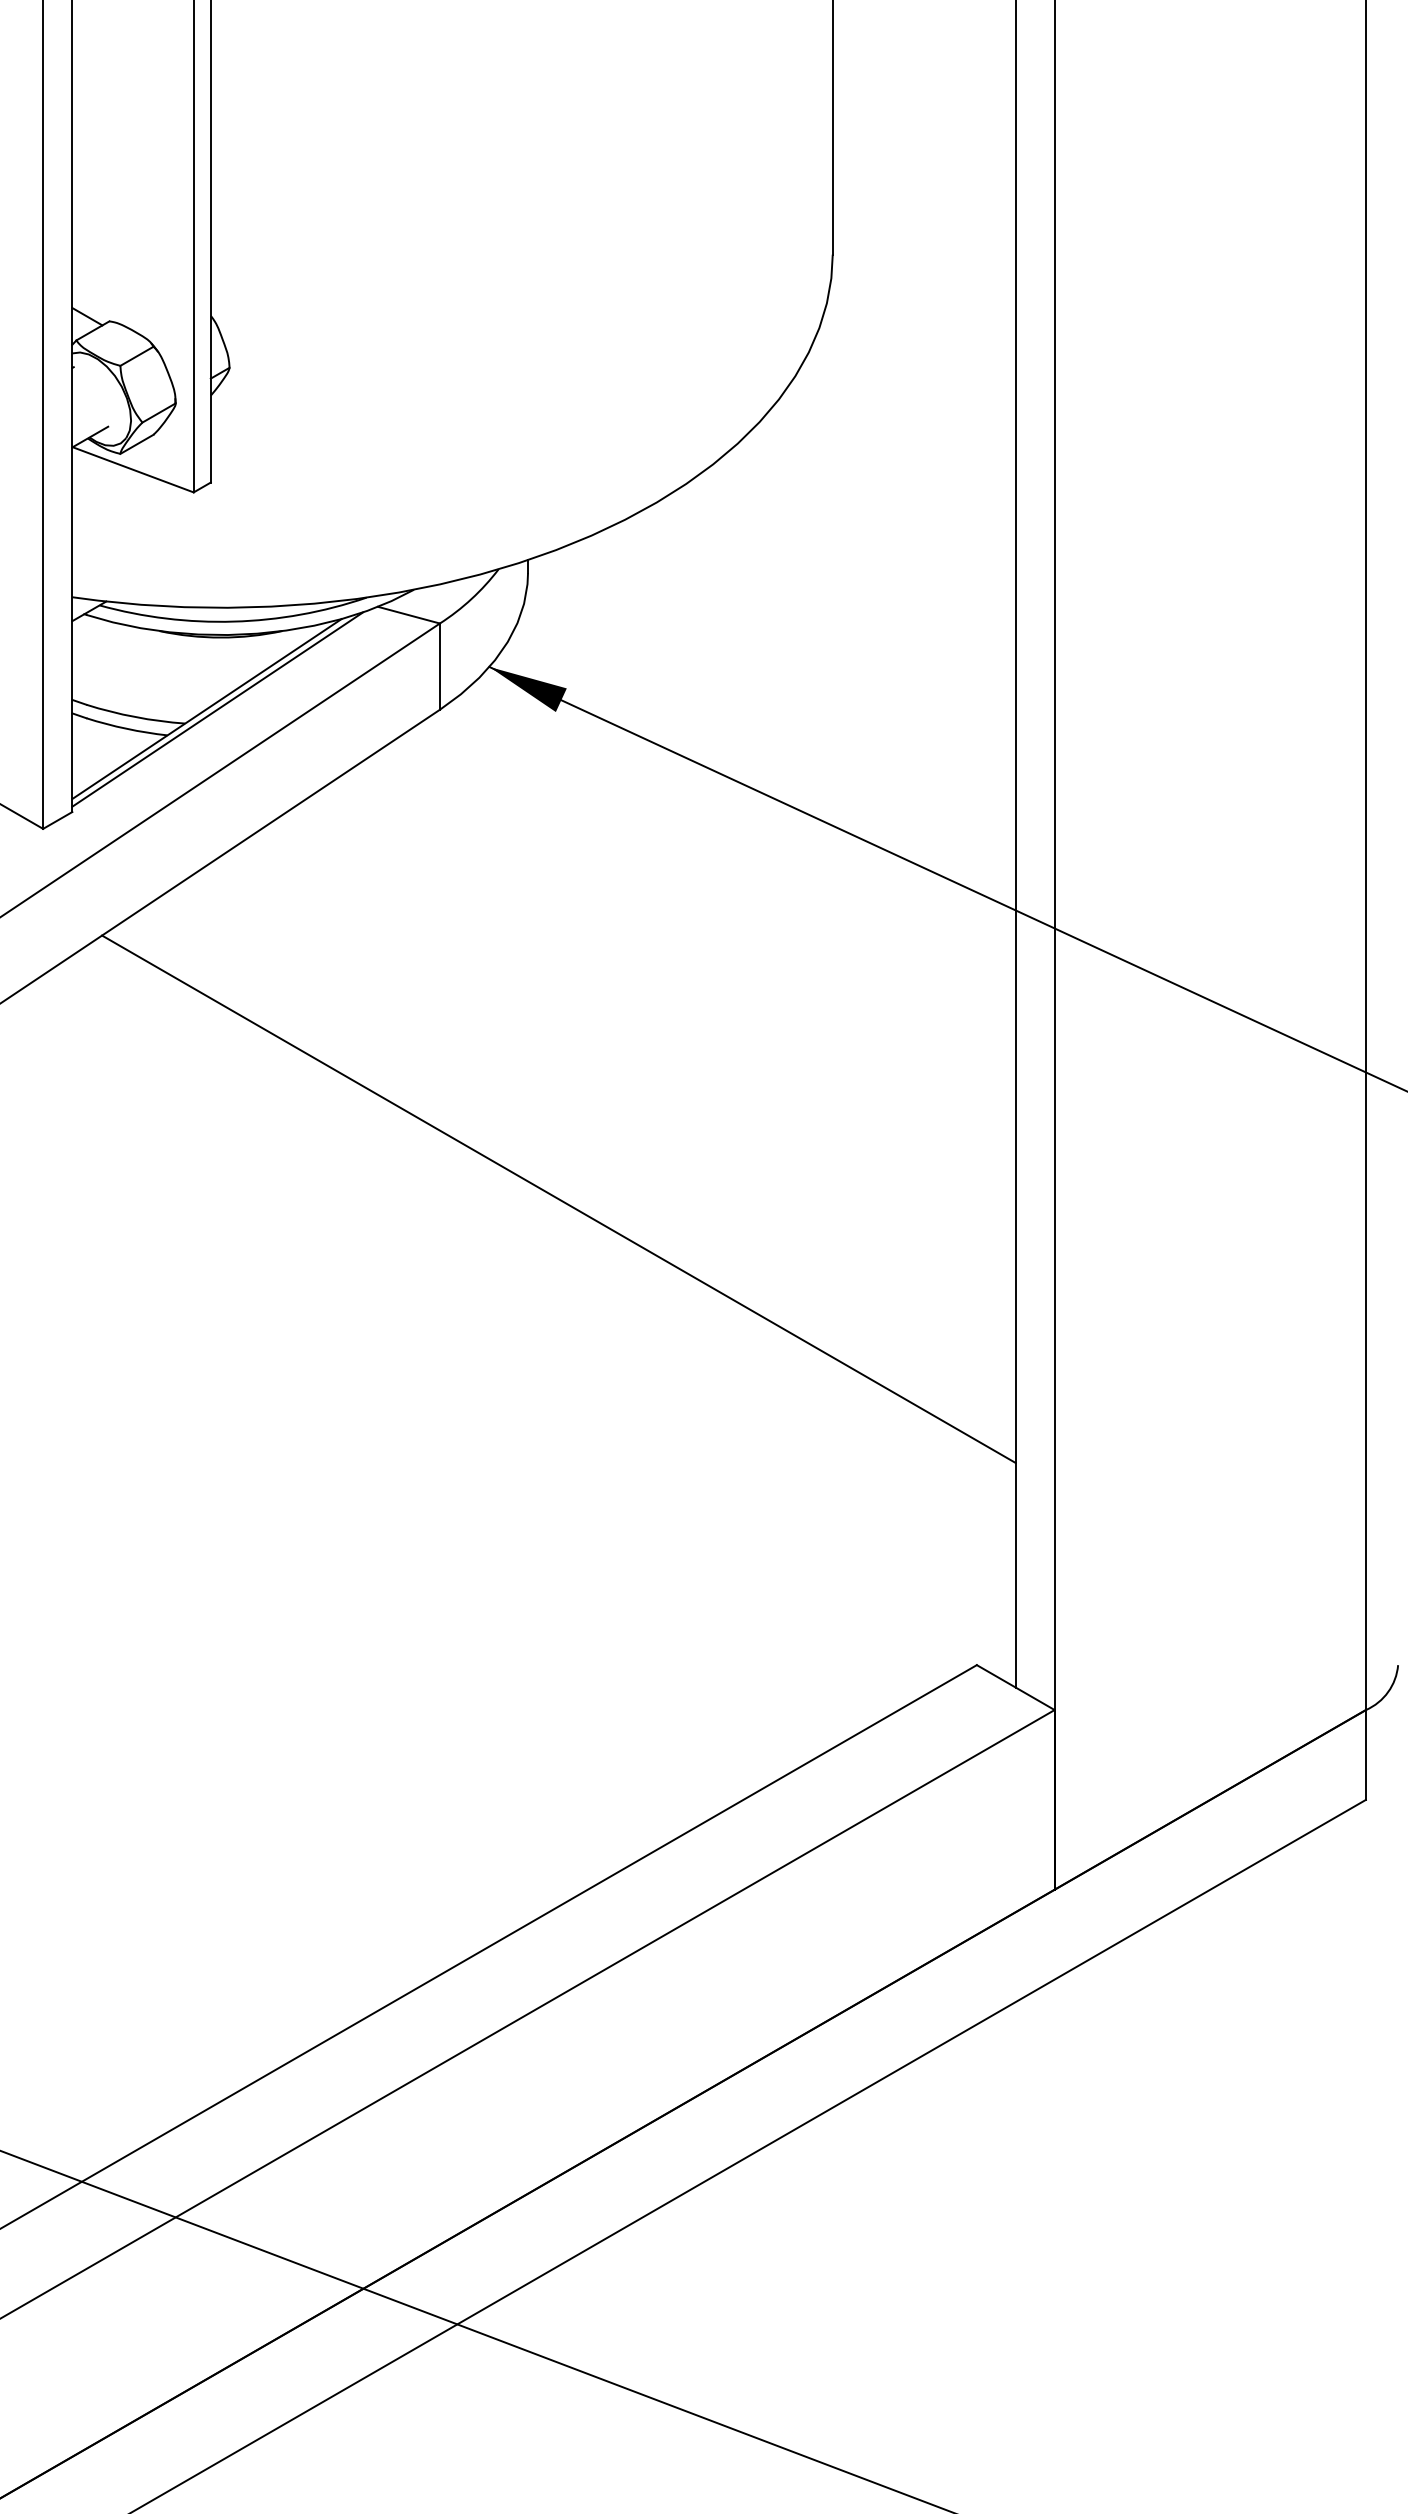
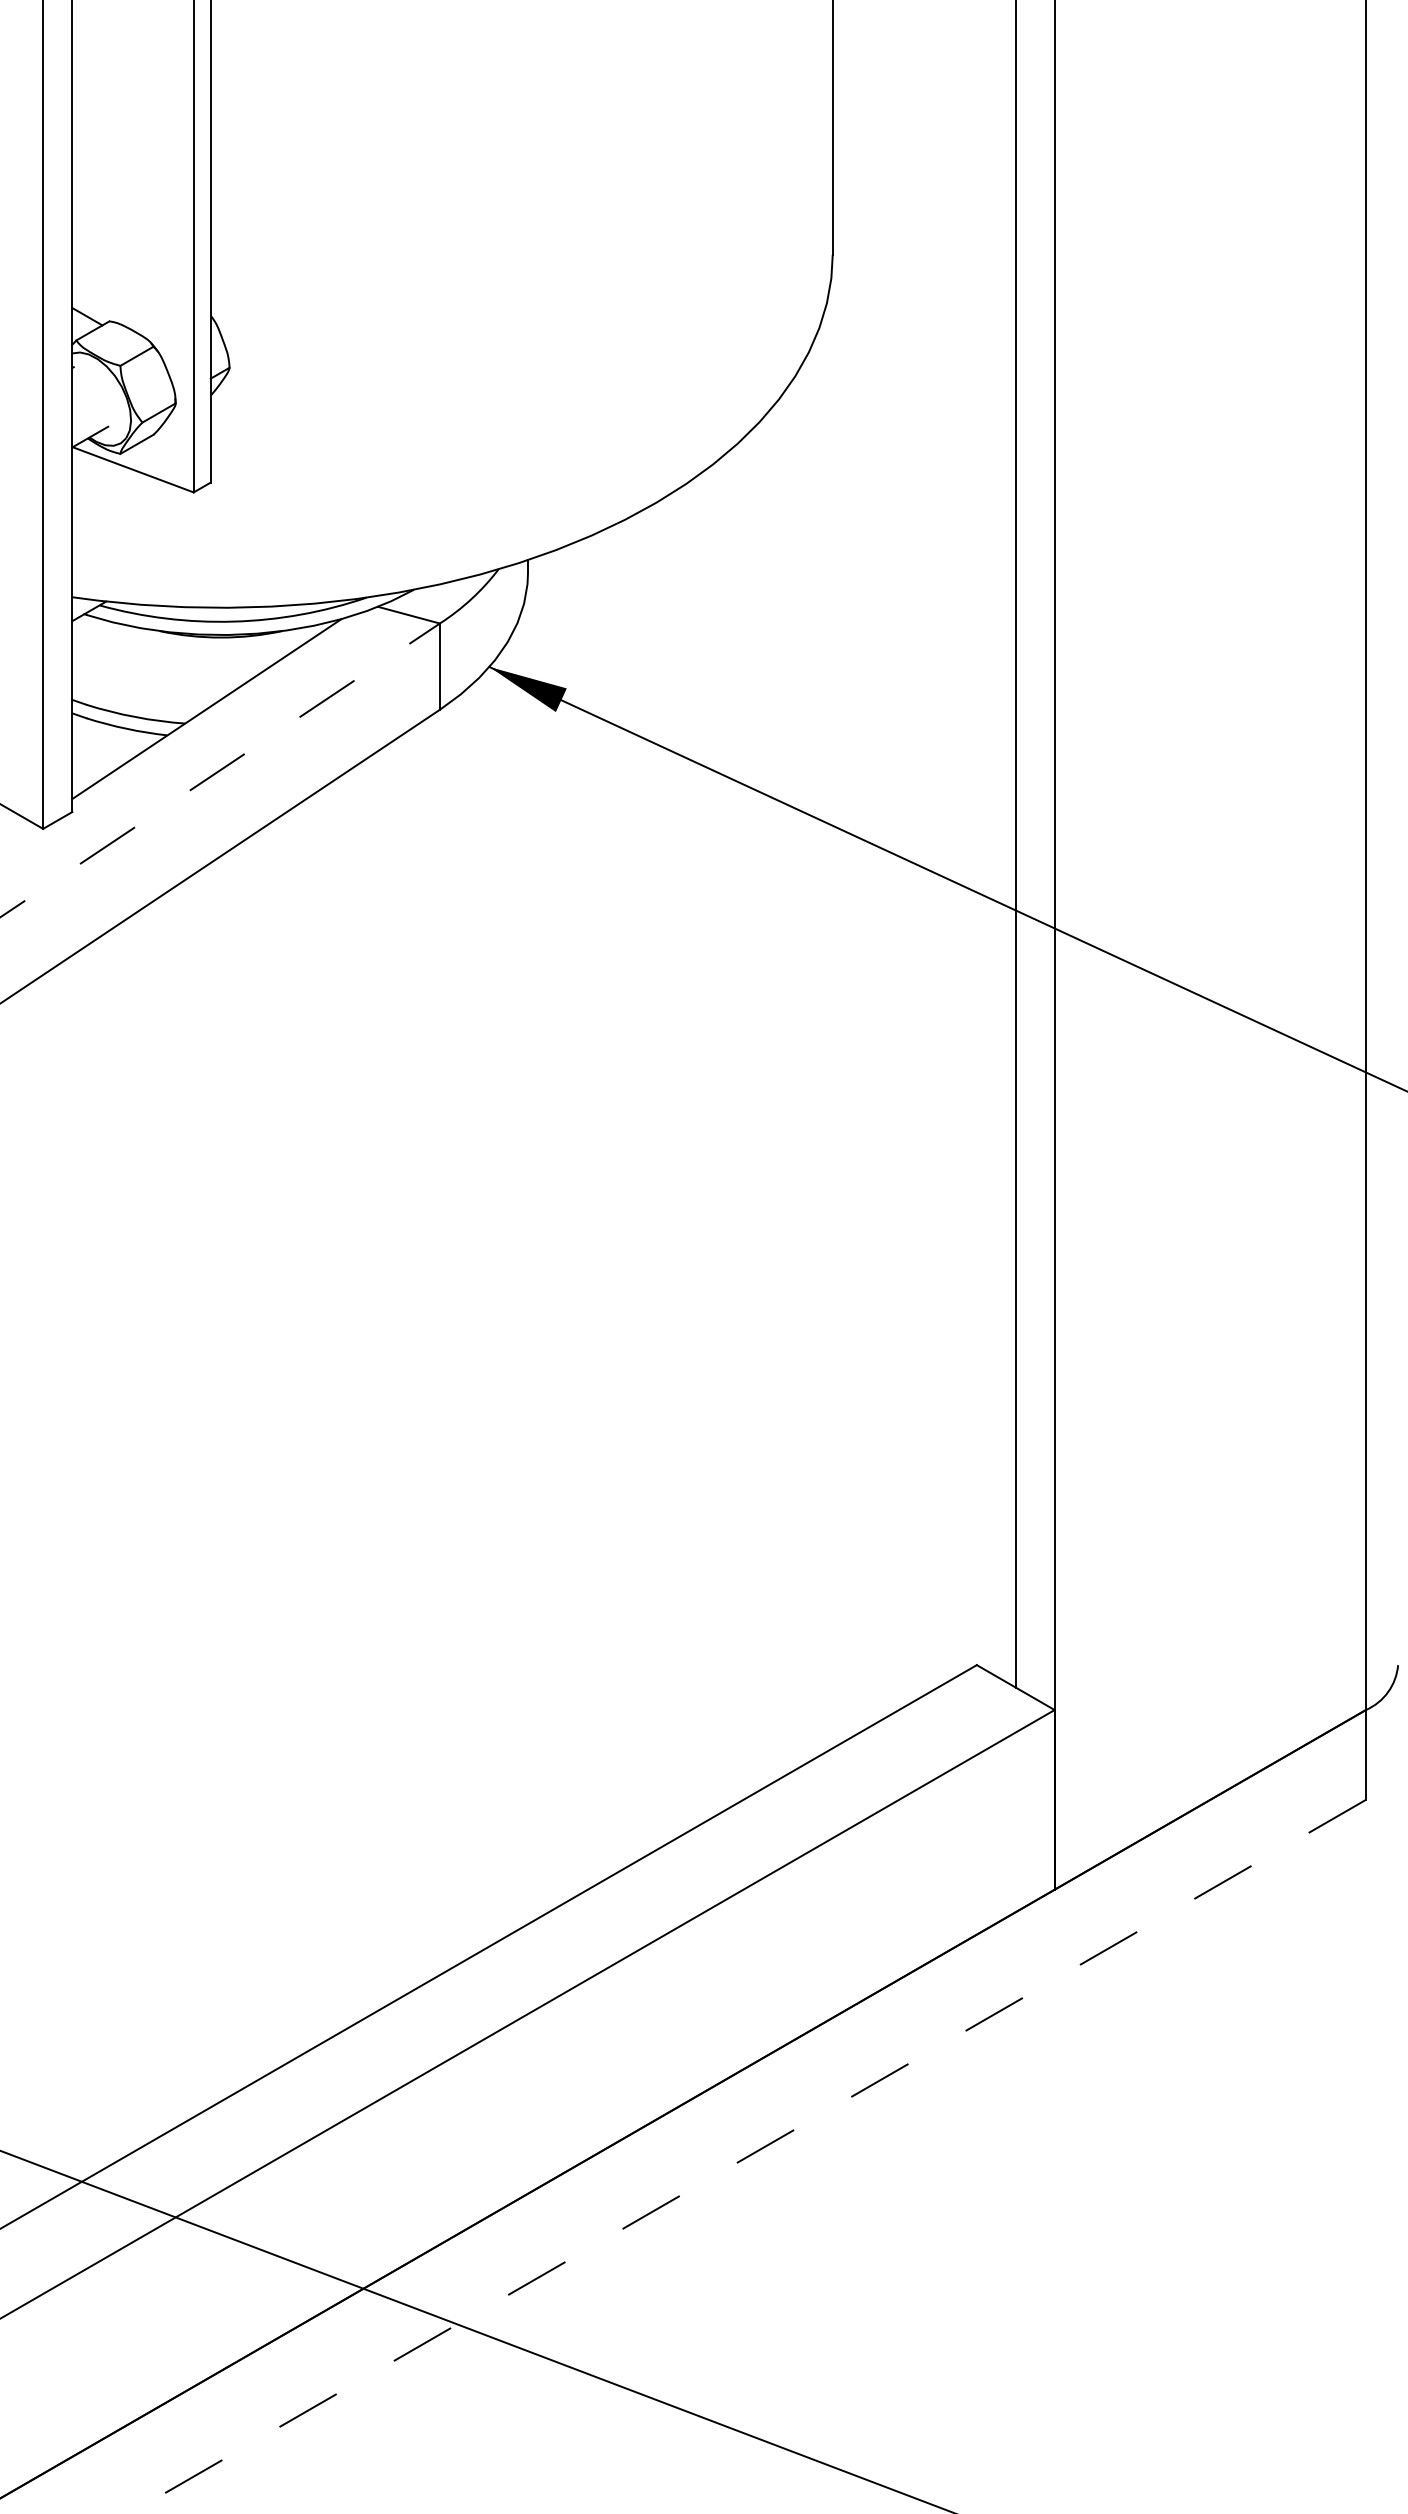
line at (217, 709): present -> none
line at (220, 770): solid -> dashed
line at (558, 1199): present -> none
line at (747, 2156): solid -> dashed
